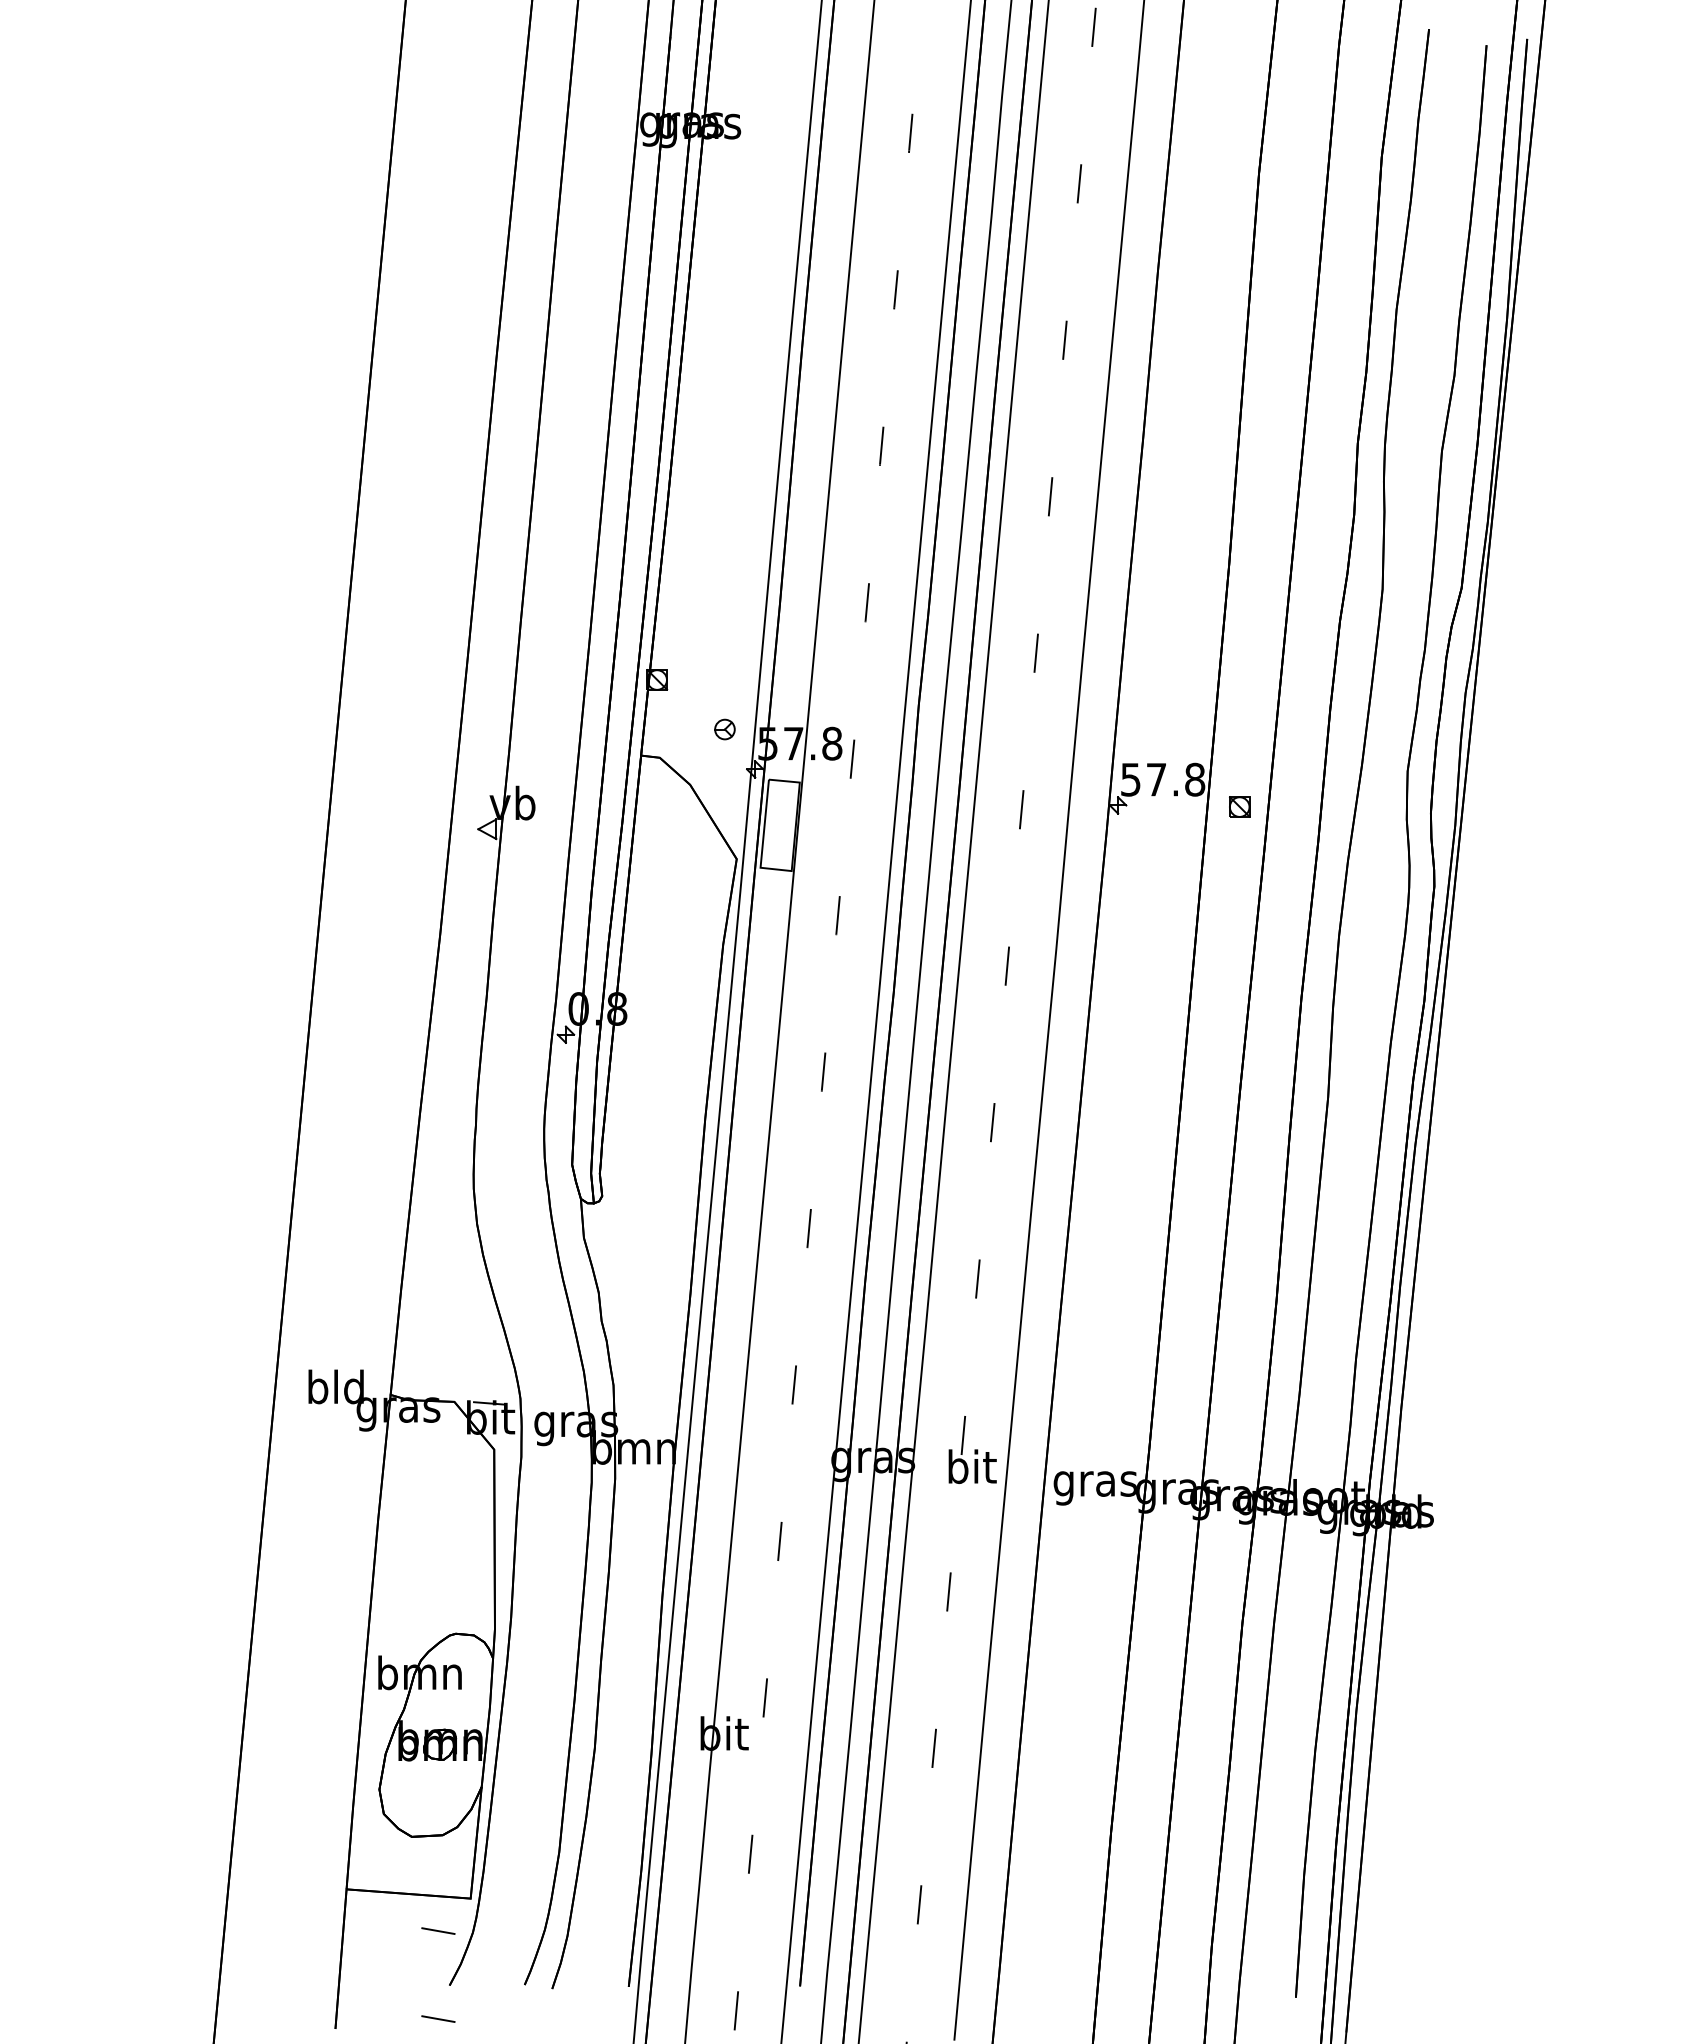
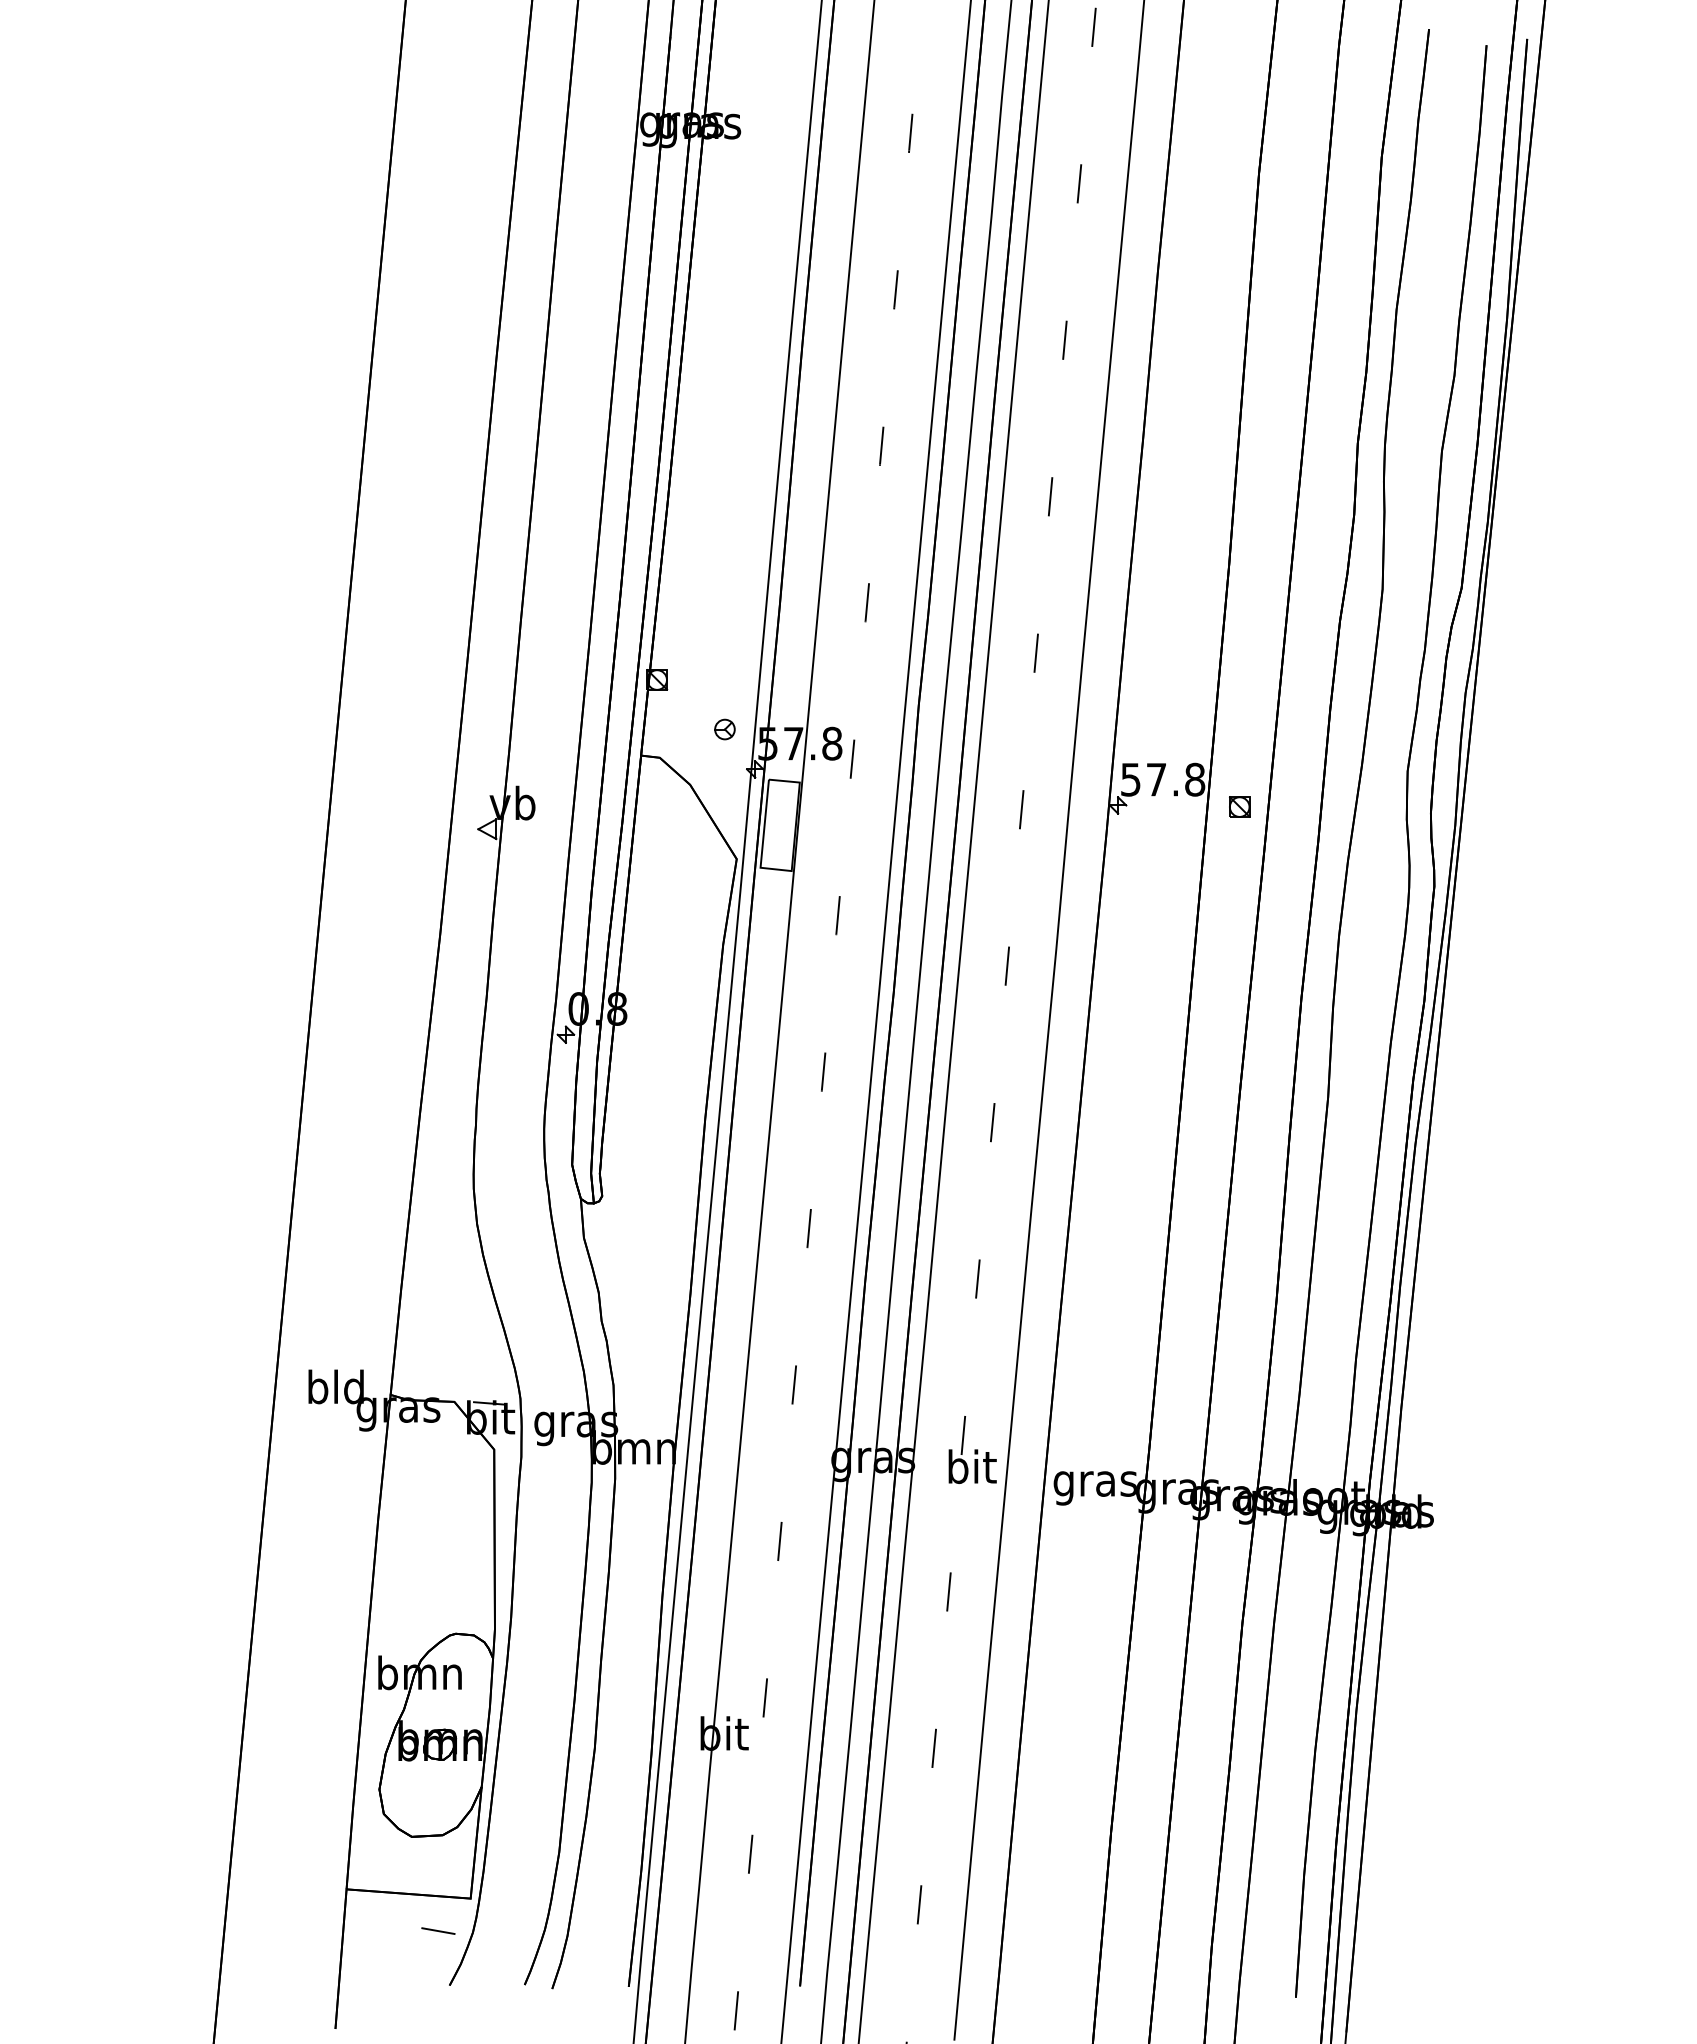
line at (438, 2018): present -> none
